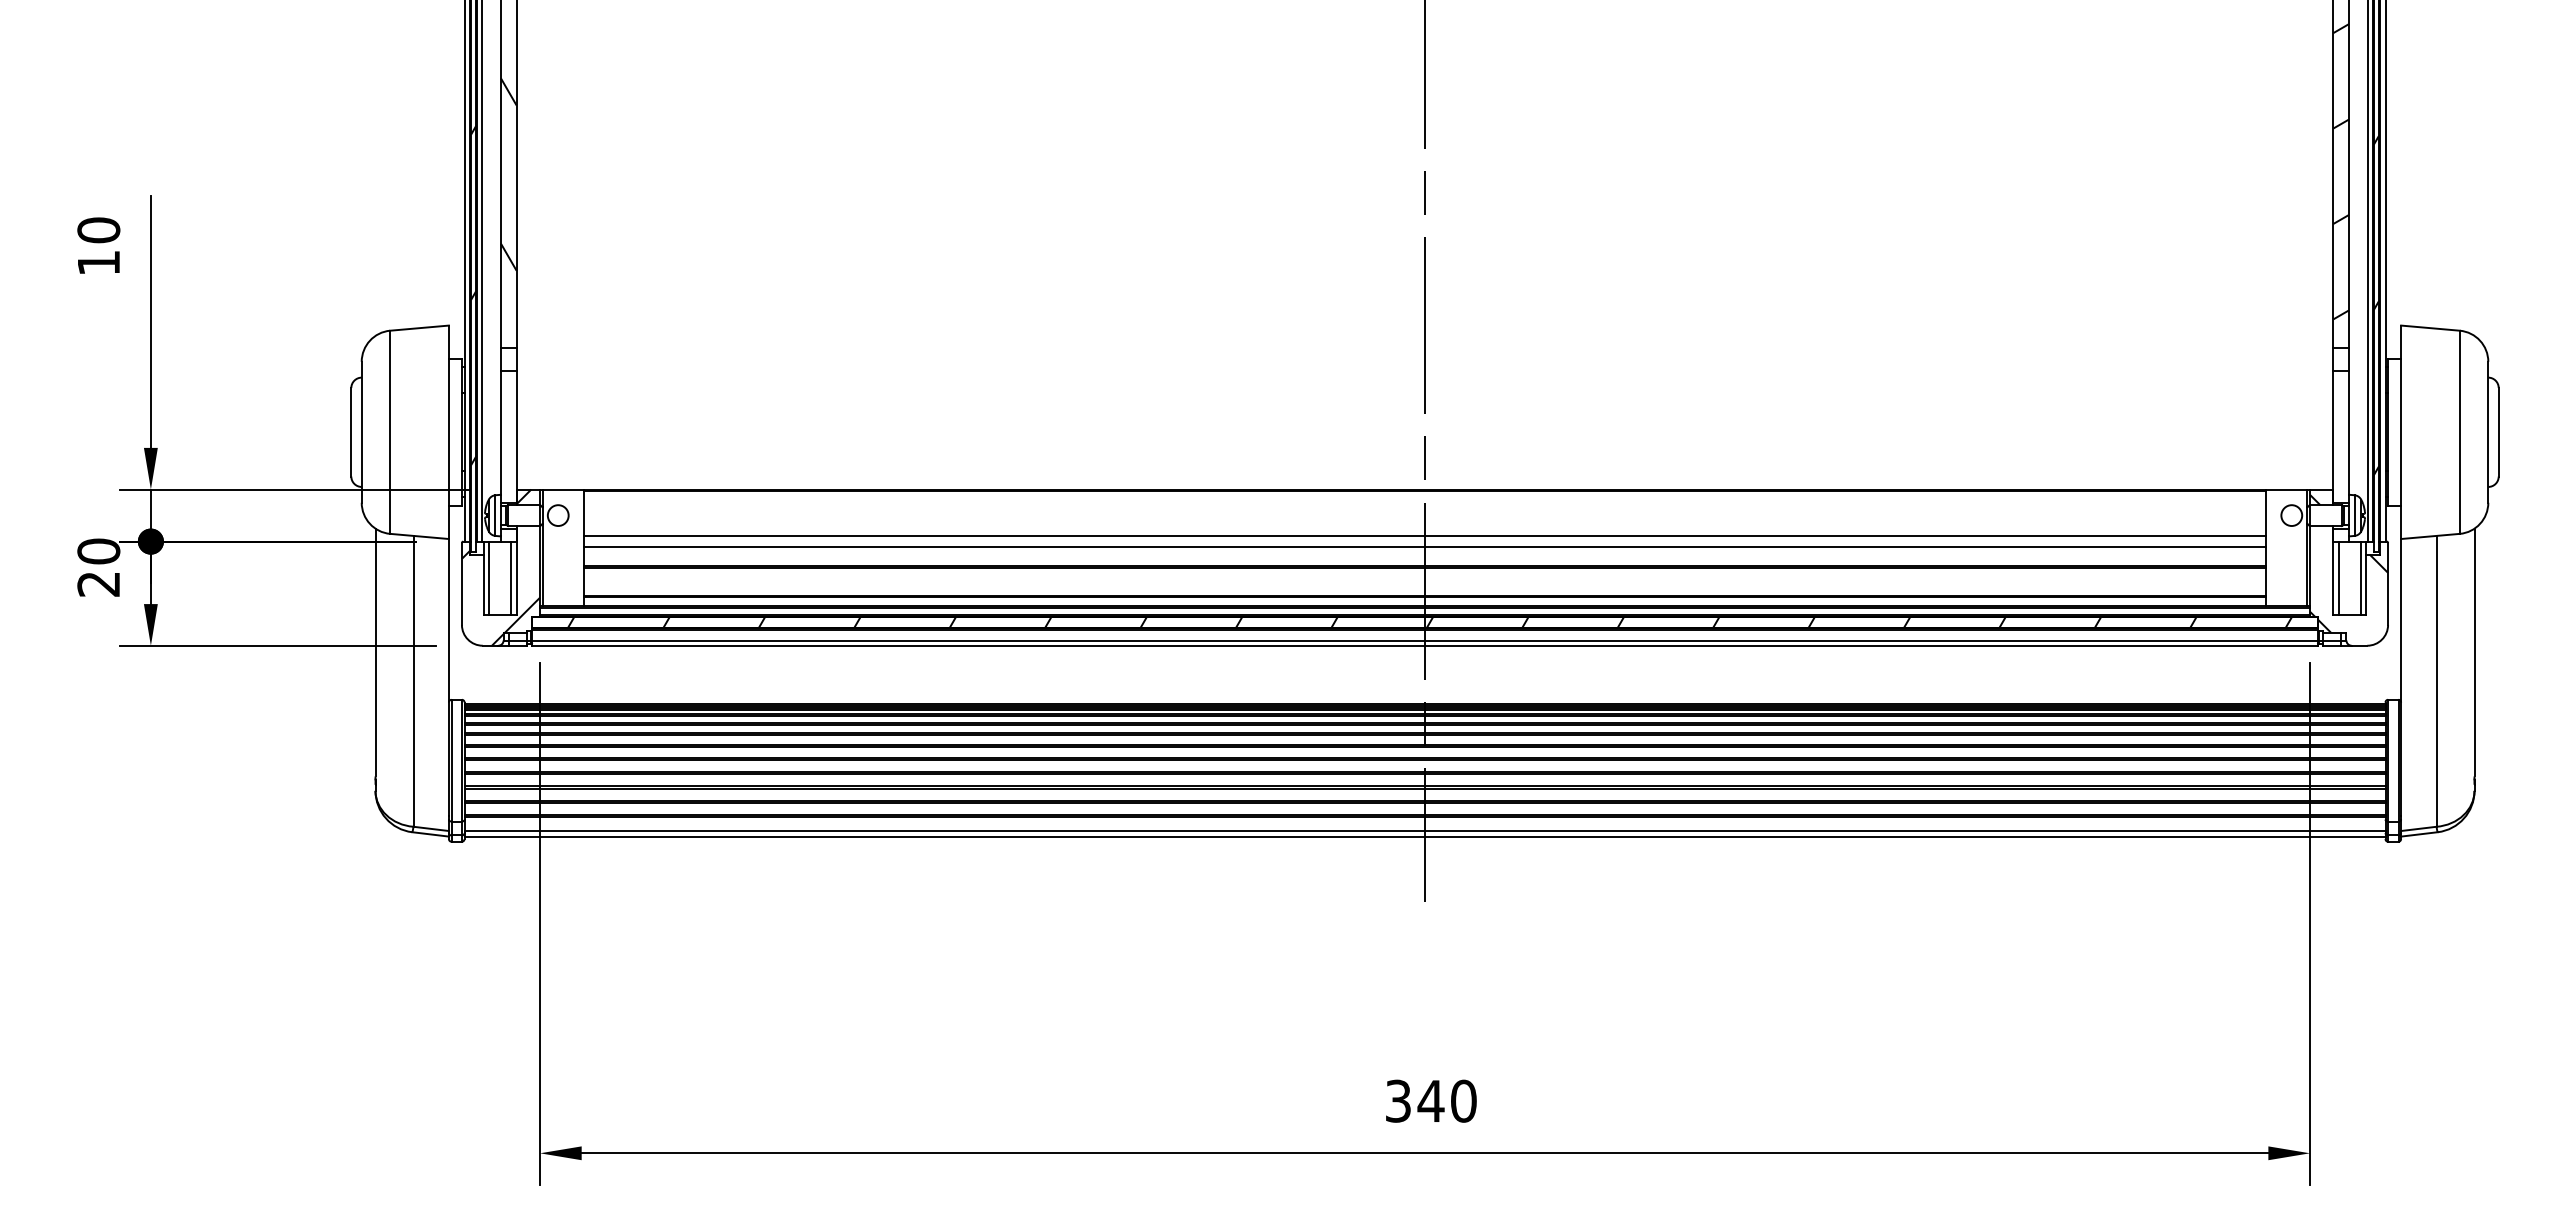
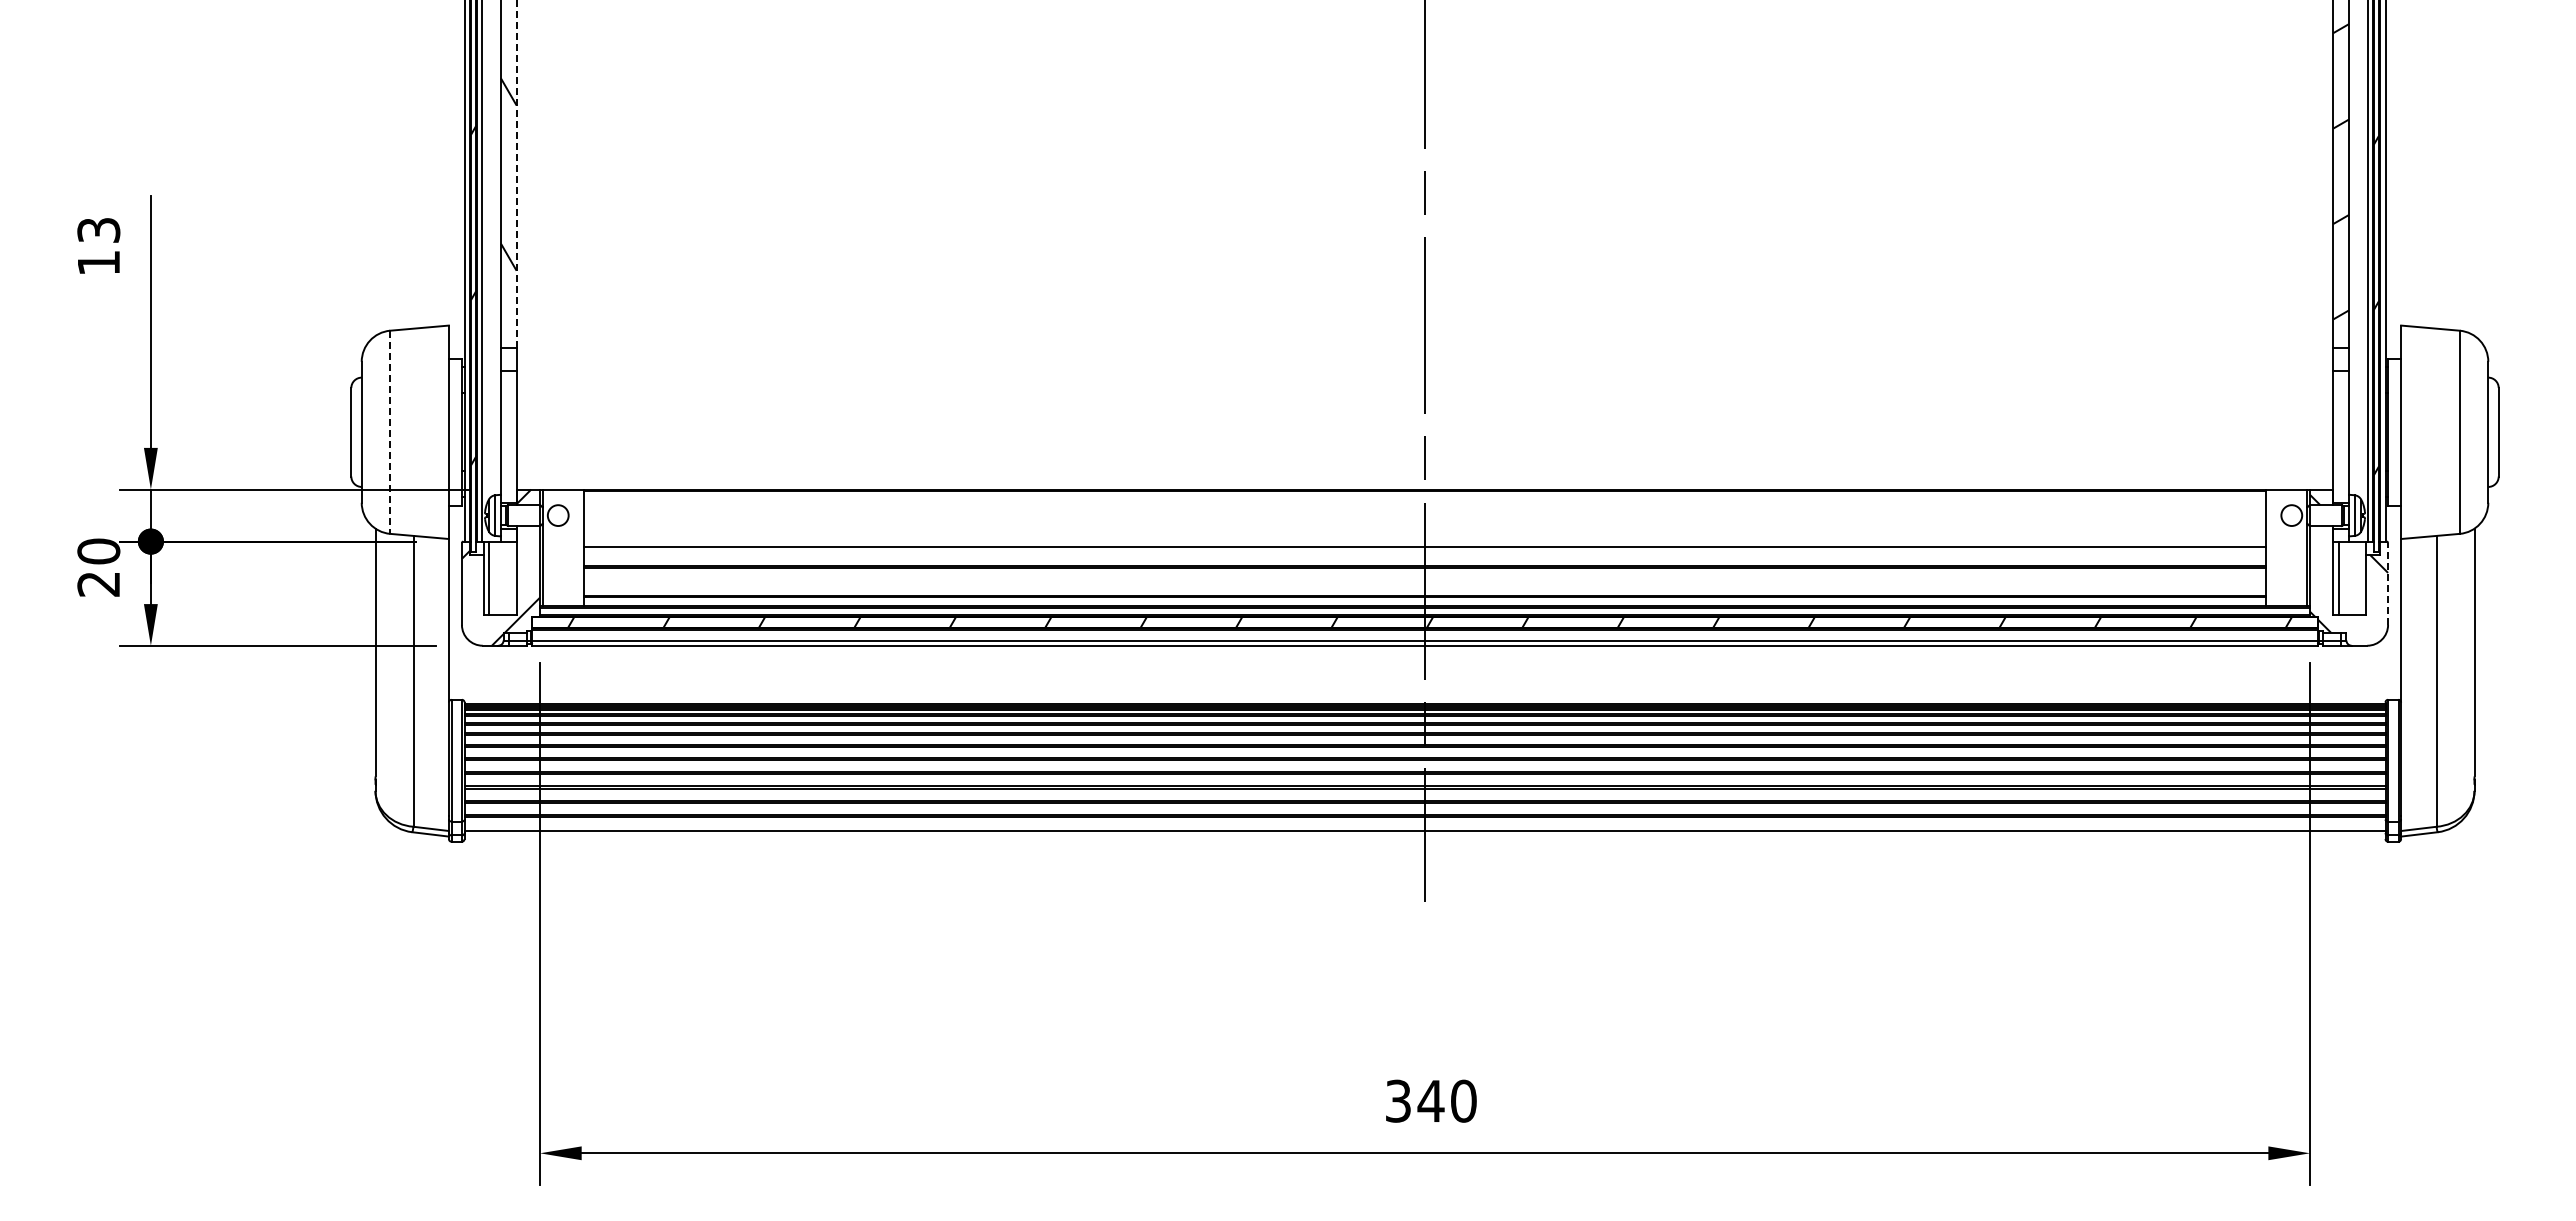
line at (516, 173): solid -> dashed
text at (98, 230): 10 -> 13
line at (390, 432): solid -> dashed
line at (1424, 536): present -> none
line at (511, 577): present -> none
line at (2360, 577): present -> none
line at (2388, 583): solid -> dashed
line at (1424, 836): present -> none
